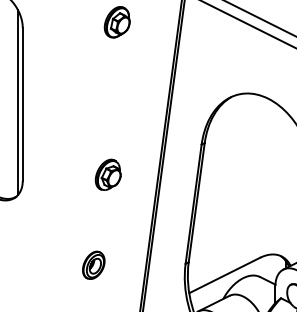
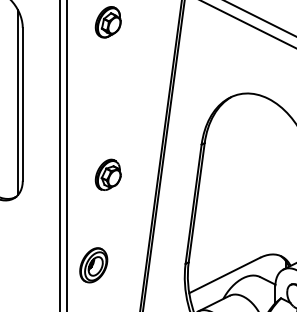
part at (116, 22) position: (116, 22) -> (107, 22)
line at (59, 155): none -> present
line at (67, 155): none -> present
part at (93, 264) size: 24x30 px -> 30x37 px
